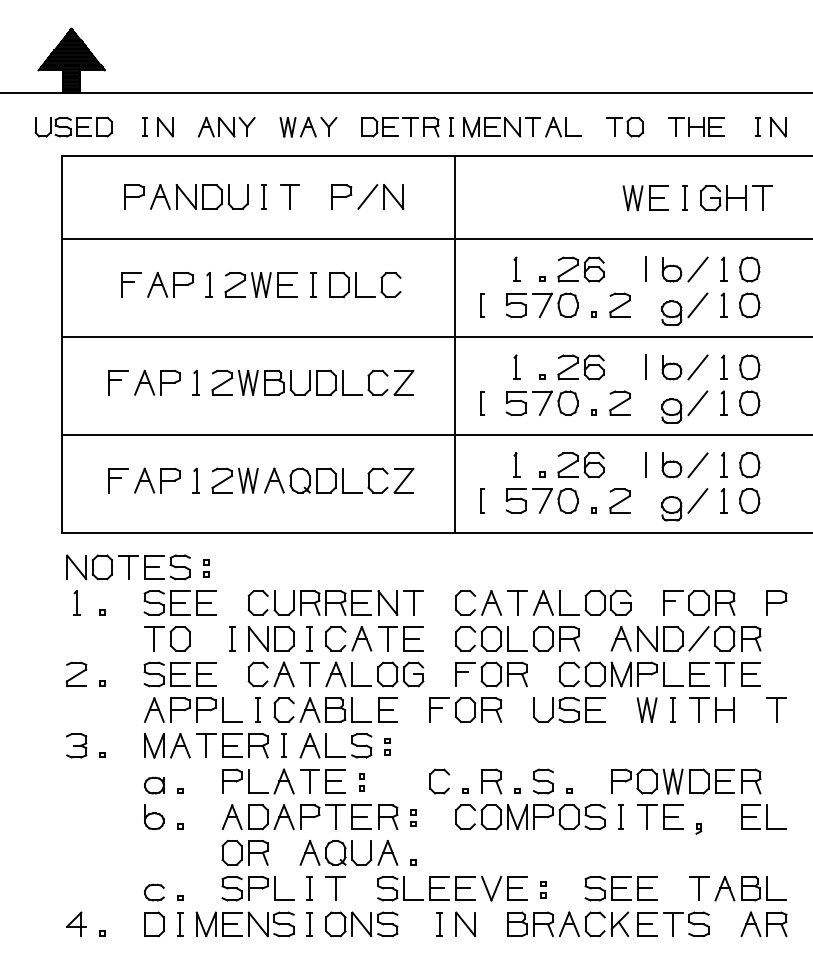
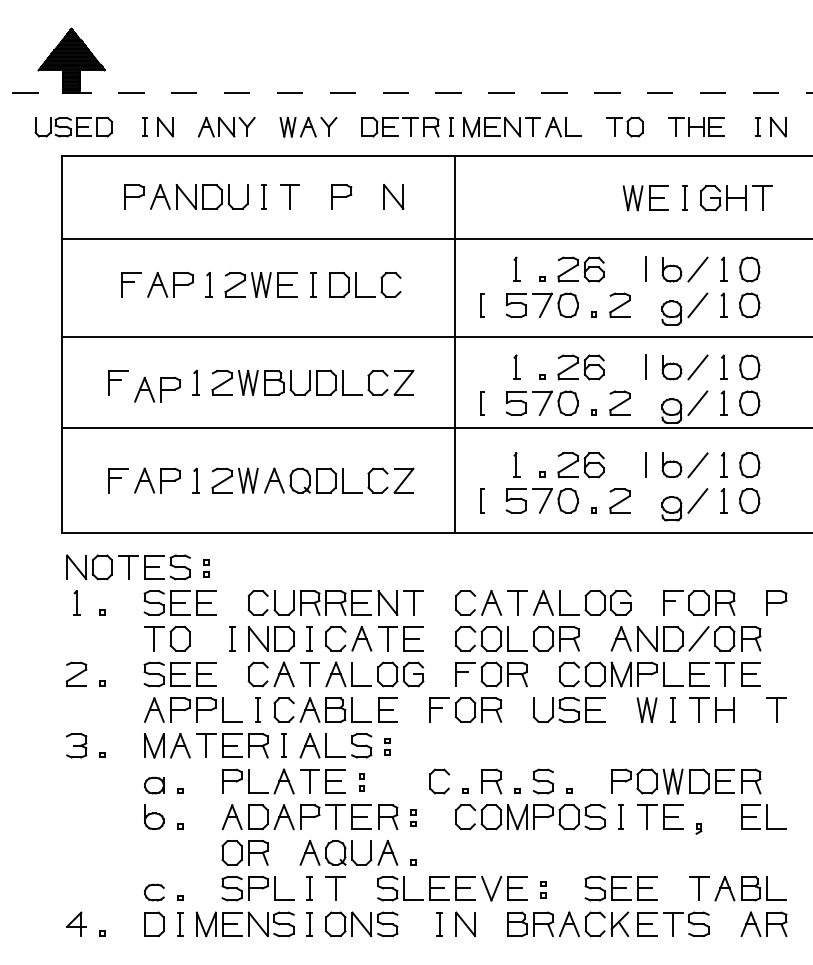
line at (406, 92): solid -> dashed
line at (367, 196): present -> none
part at (157, 382) position: (157, 382) -> (157, 389)
line at (435, 434) position: (435, 434) -> (435, 427)
